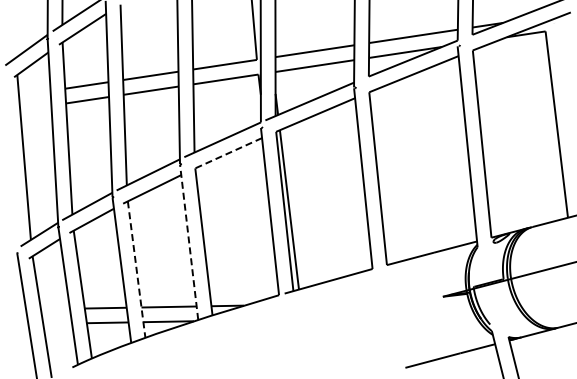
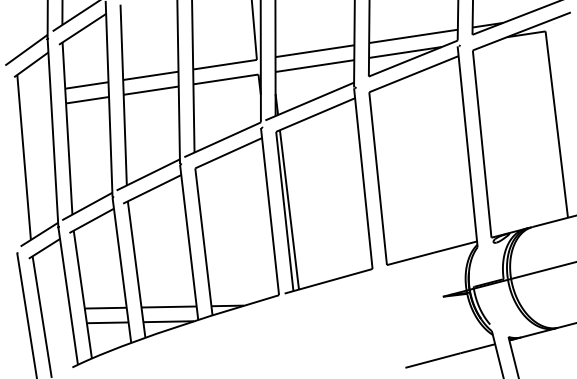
line at (228, 153): dashed -> solid
line at (189, 241): dashed -> solid
line at (136, 269): dashed -> solid
